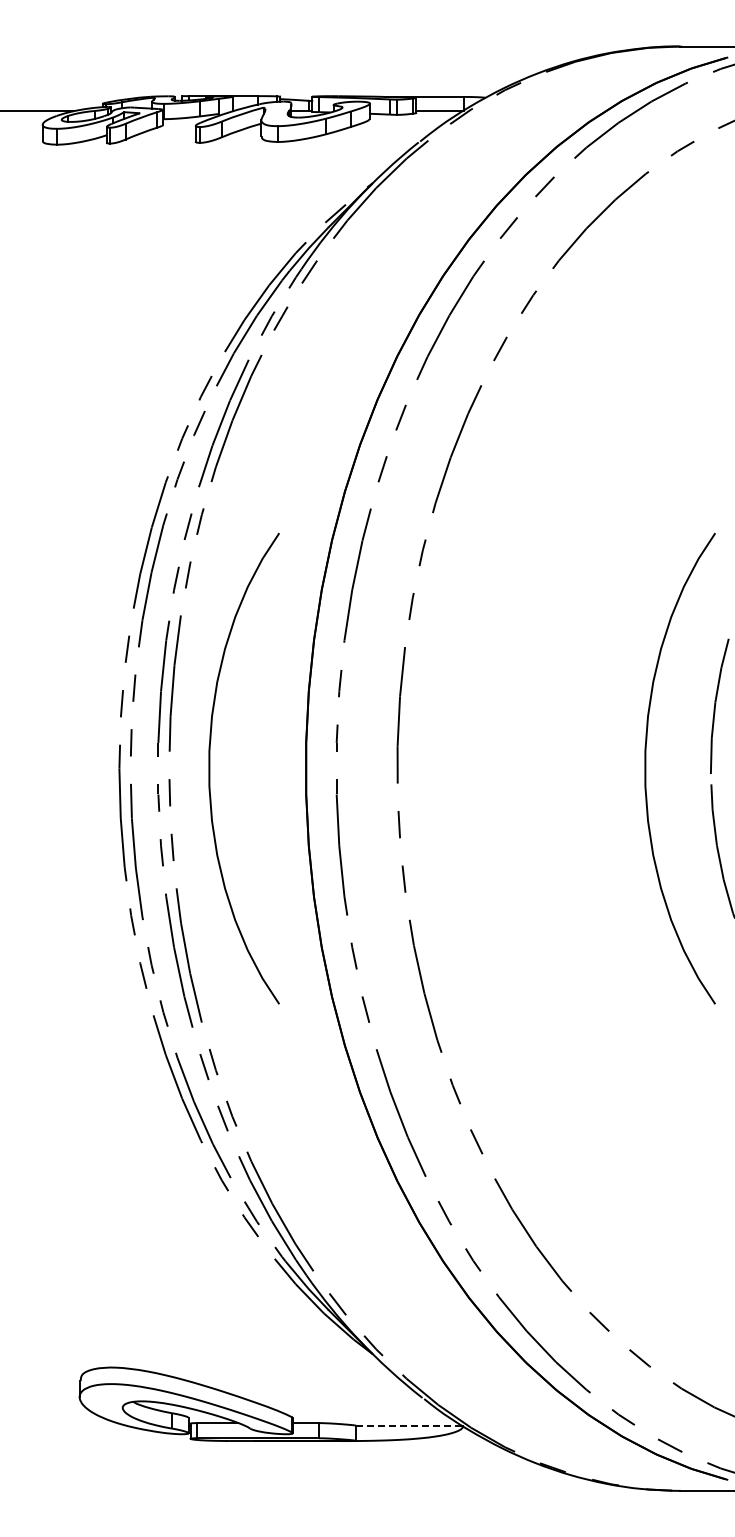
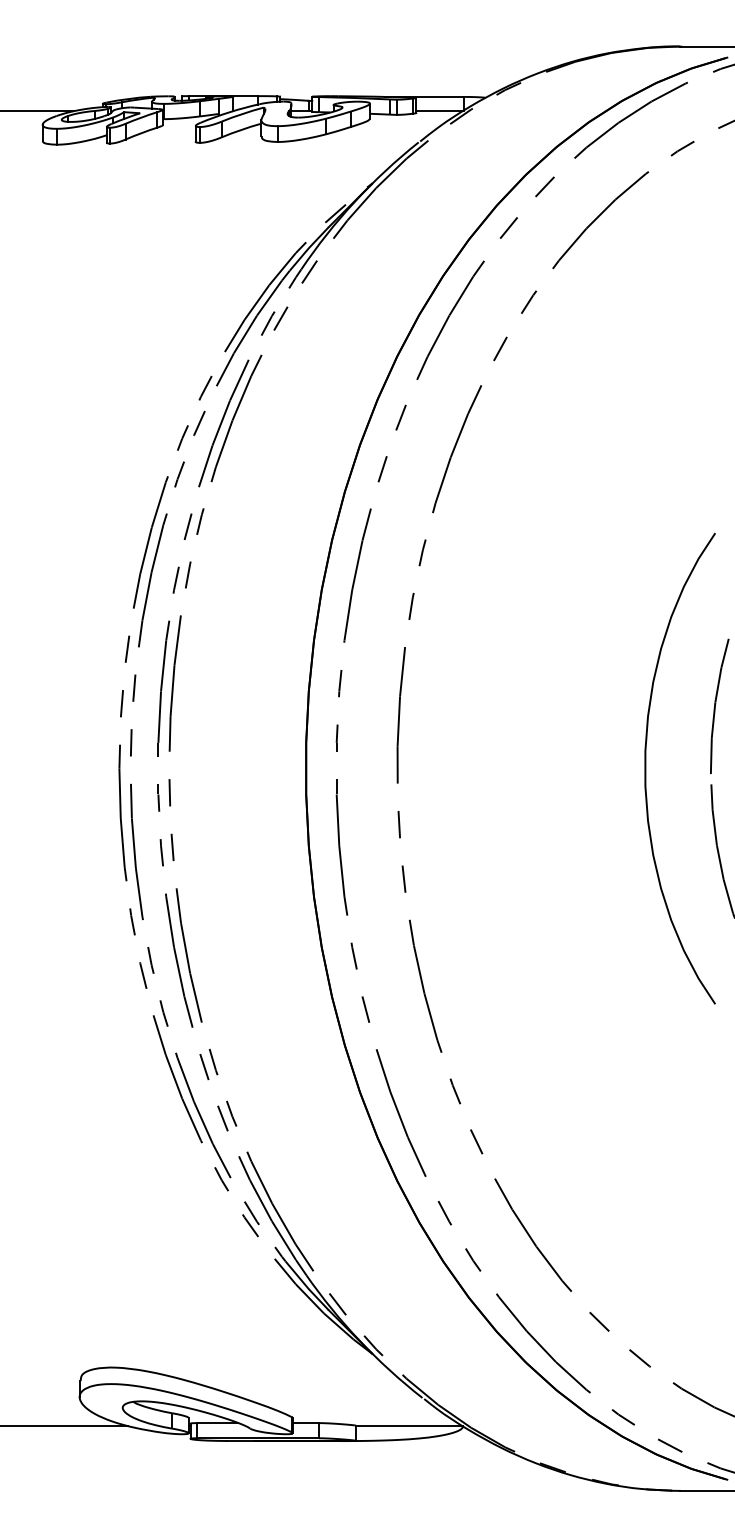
curve at (210, 768): present -> none
line at (65, 1426): none -> present
line at (409, 1426): dashed -> solid
